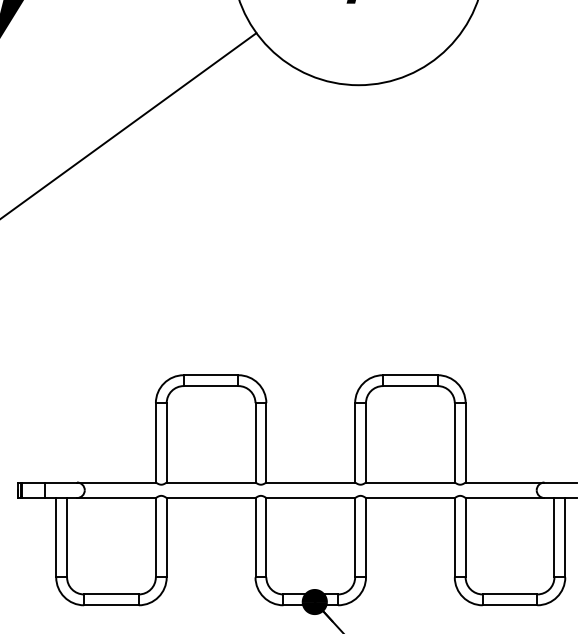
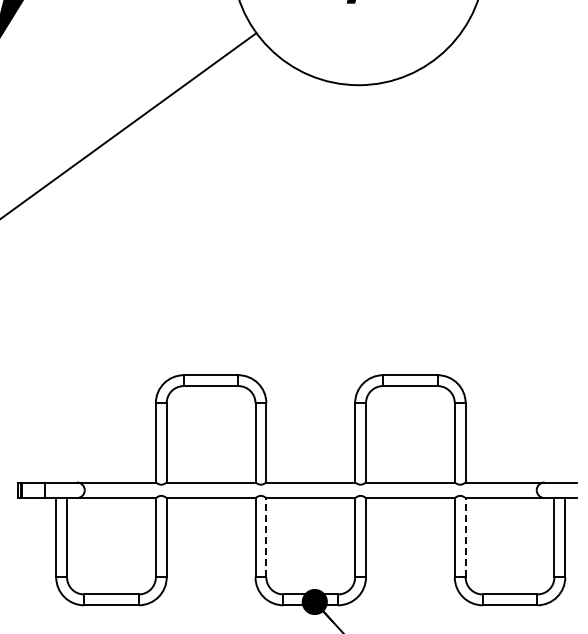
line at (266, 537): solid -> dashed
line at (465, 537): solid -> dashed
